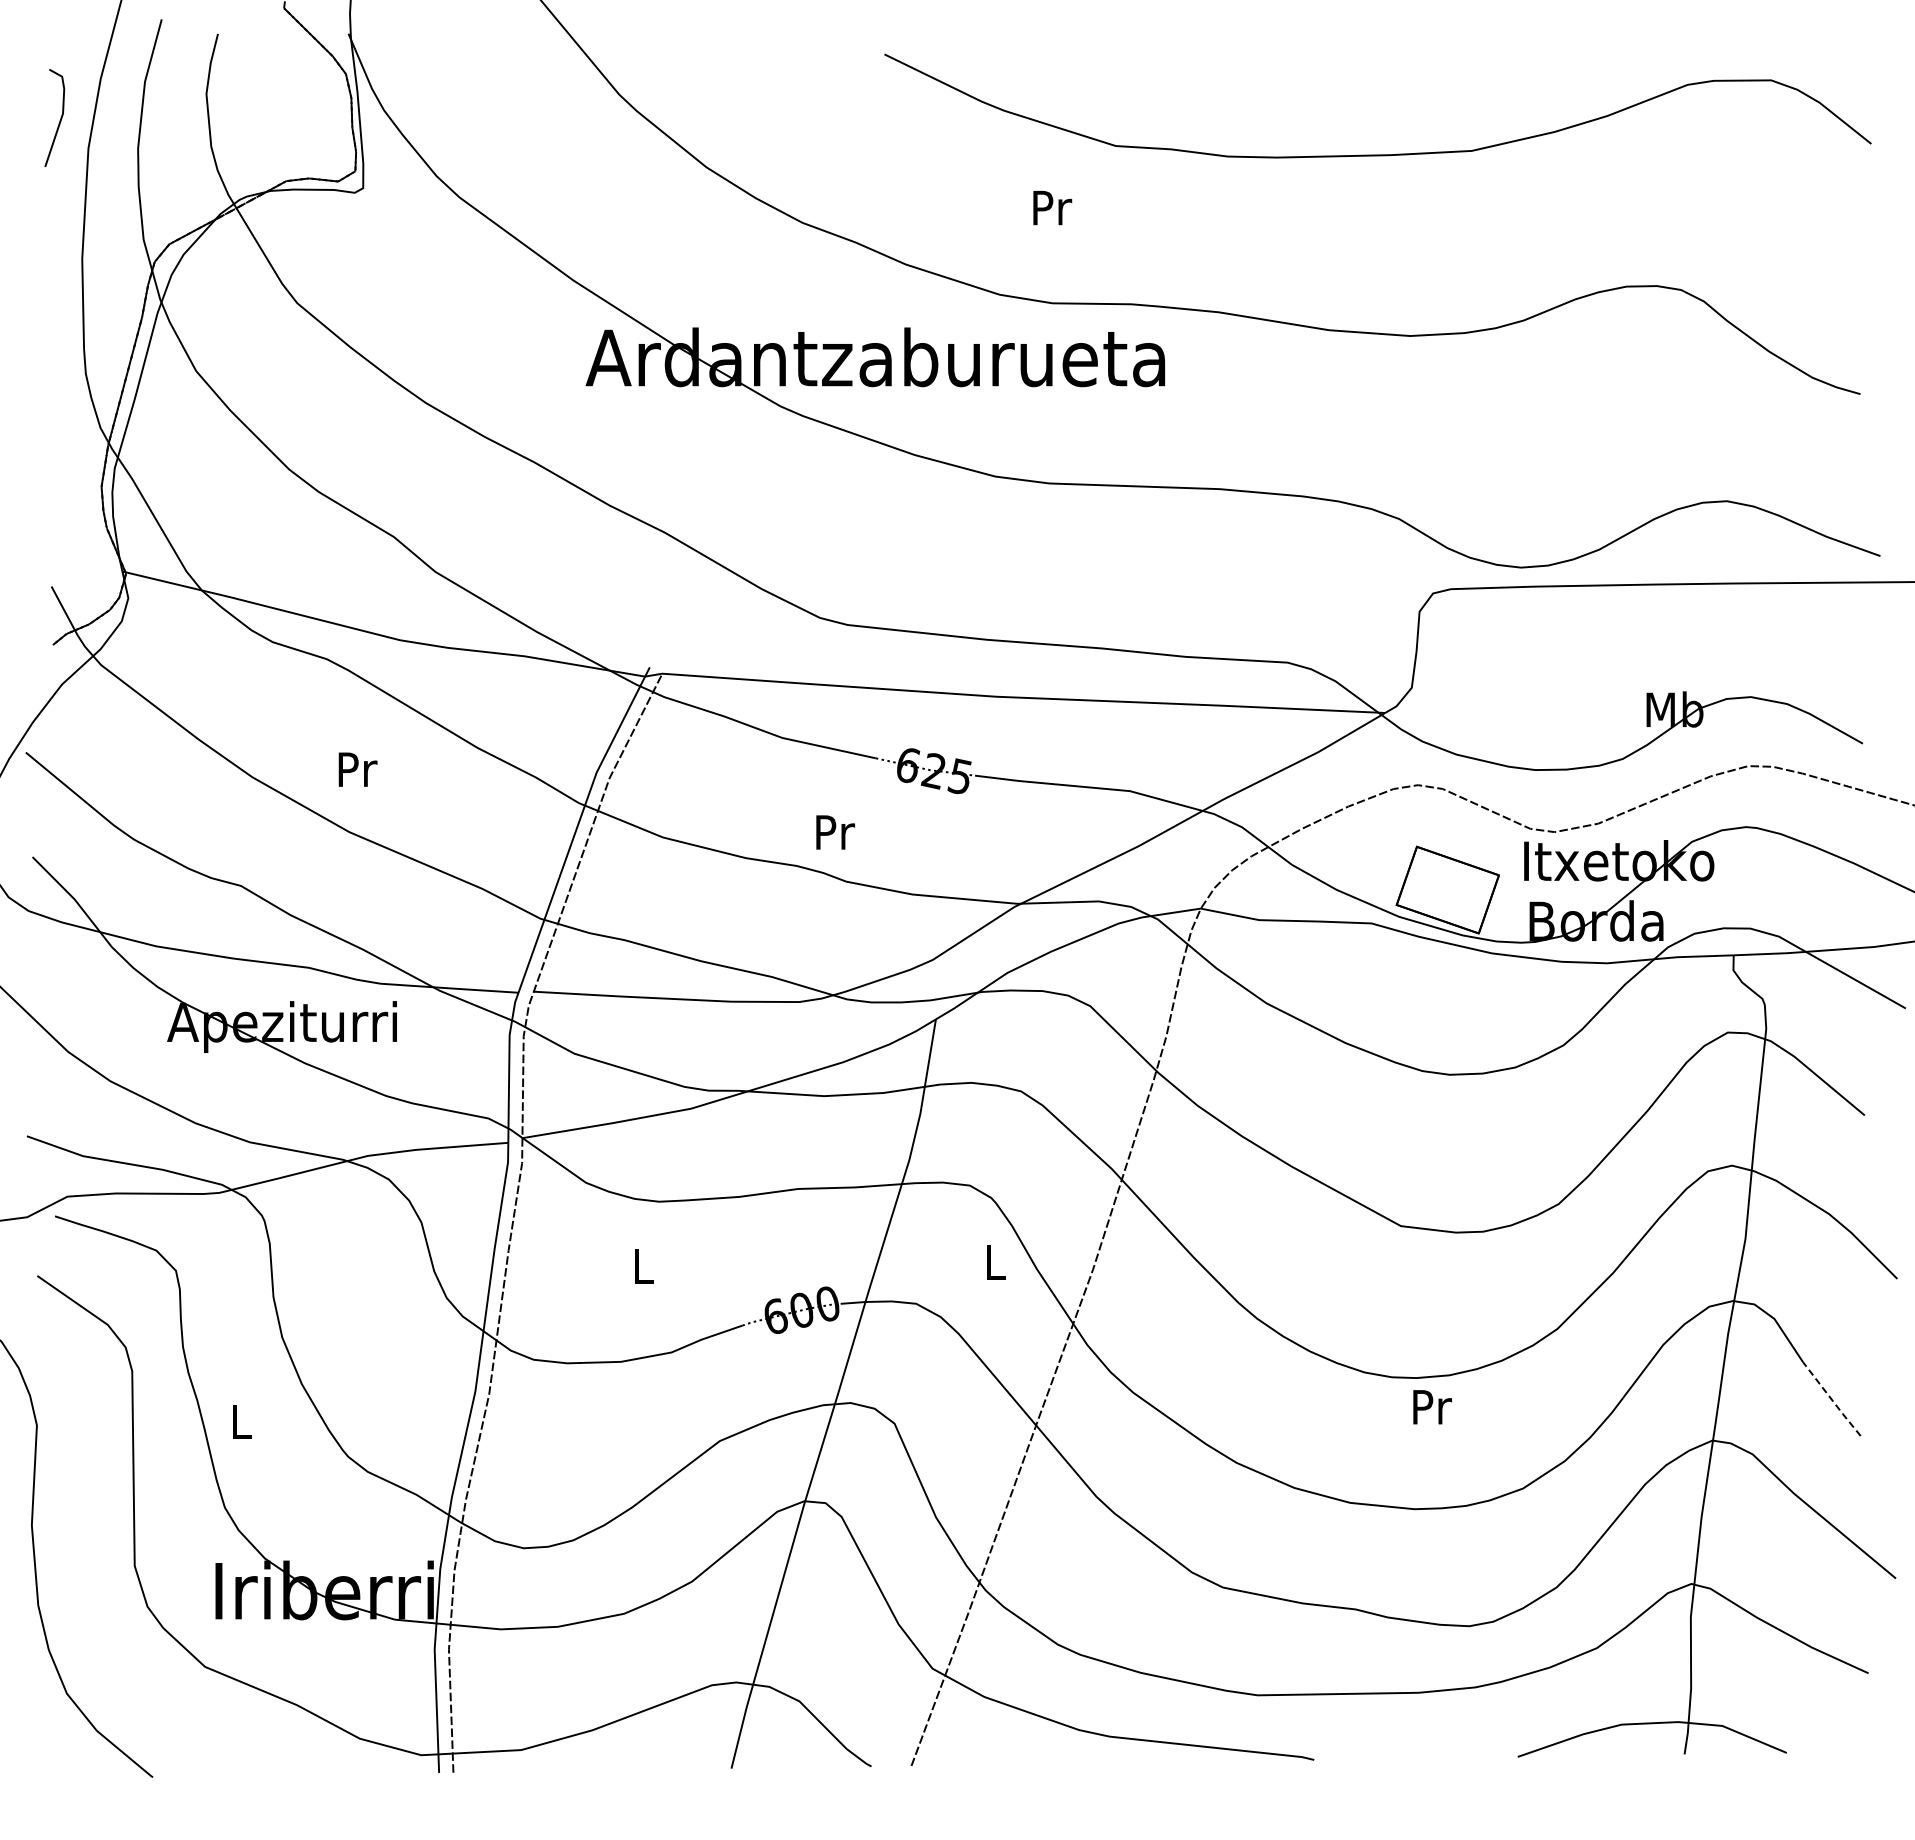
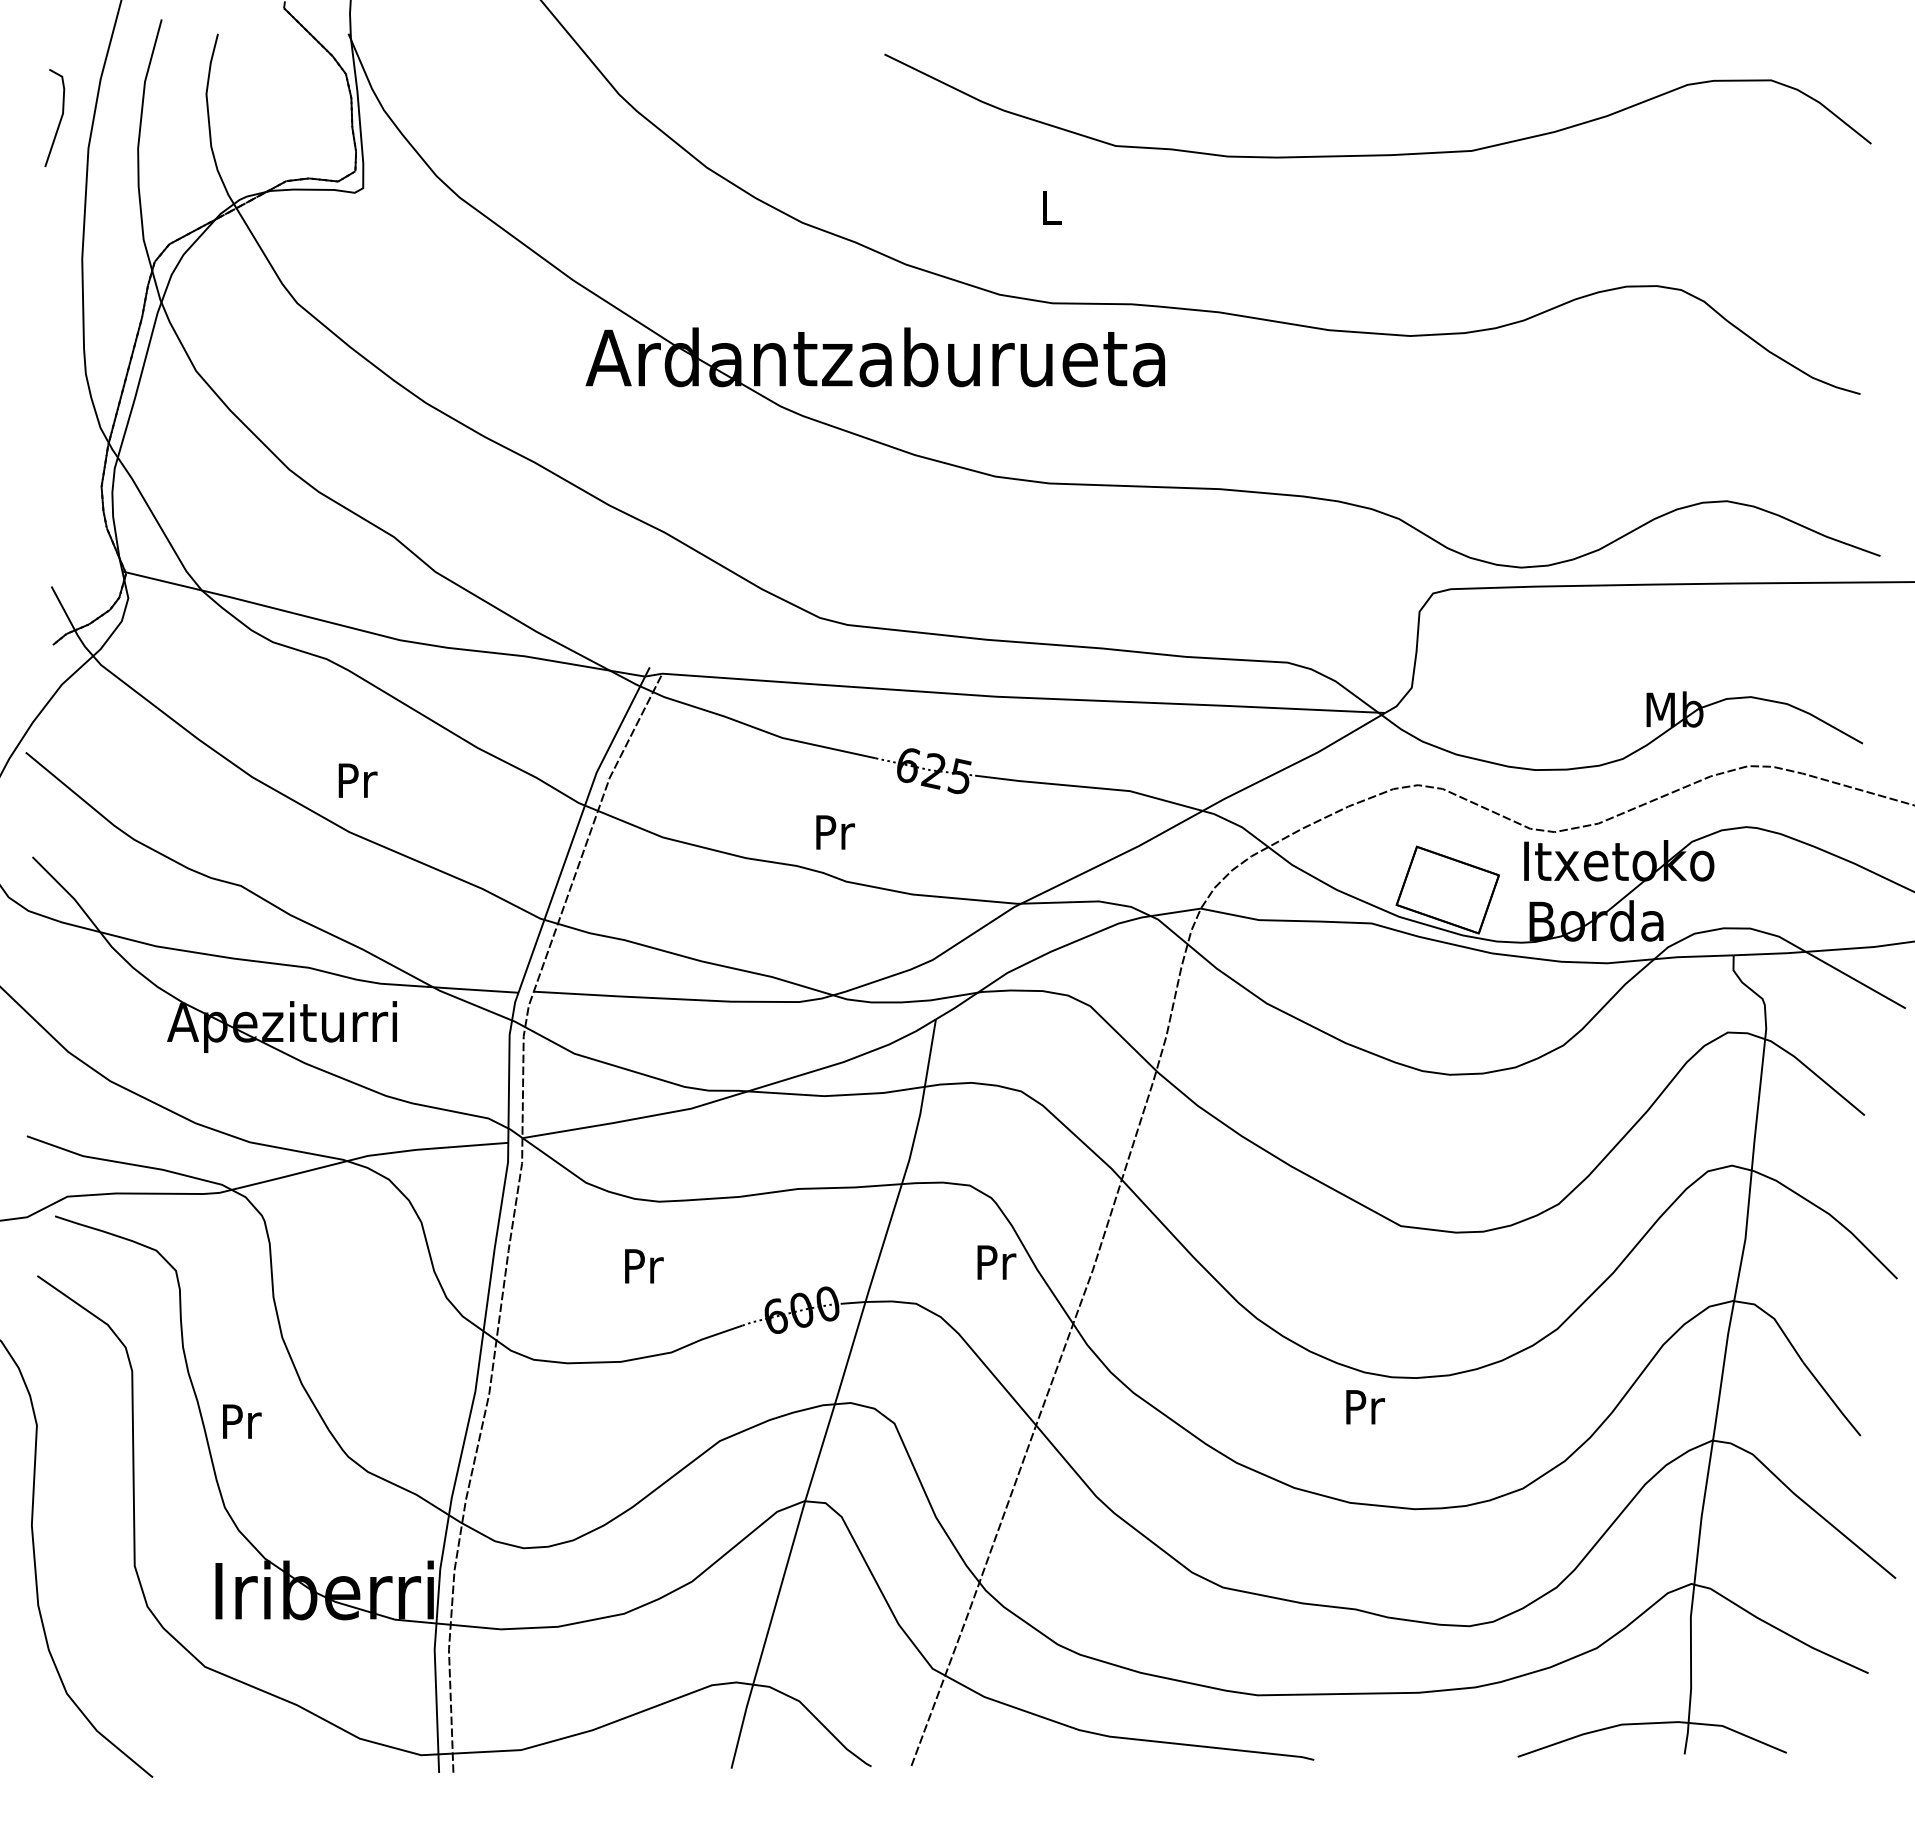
text at (1052, 207): Pr -> L
text at (357, 769) position: (357, 769) -> (357, 780)
text at (996, 1262): L -> Pr
text at (644, 1266): L -> Pr
line at (1832, 1400): dashed -> solid
text at (1432, 1407) position: (1432, 1407) -> (1365, 1407)
text at (242, 1421): L -> Pr
